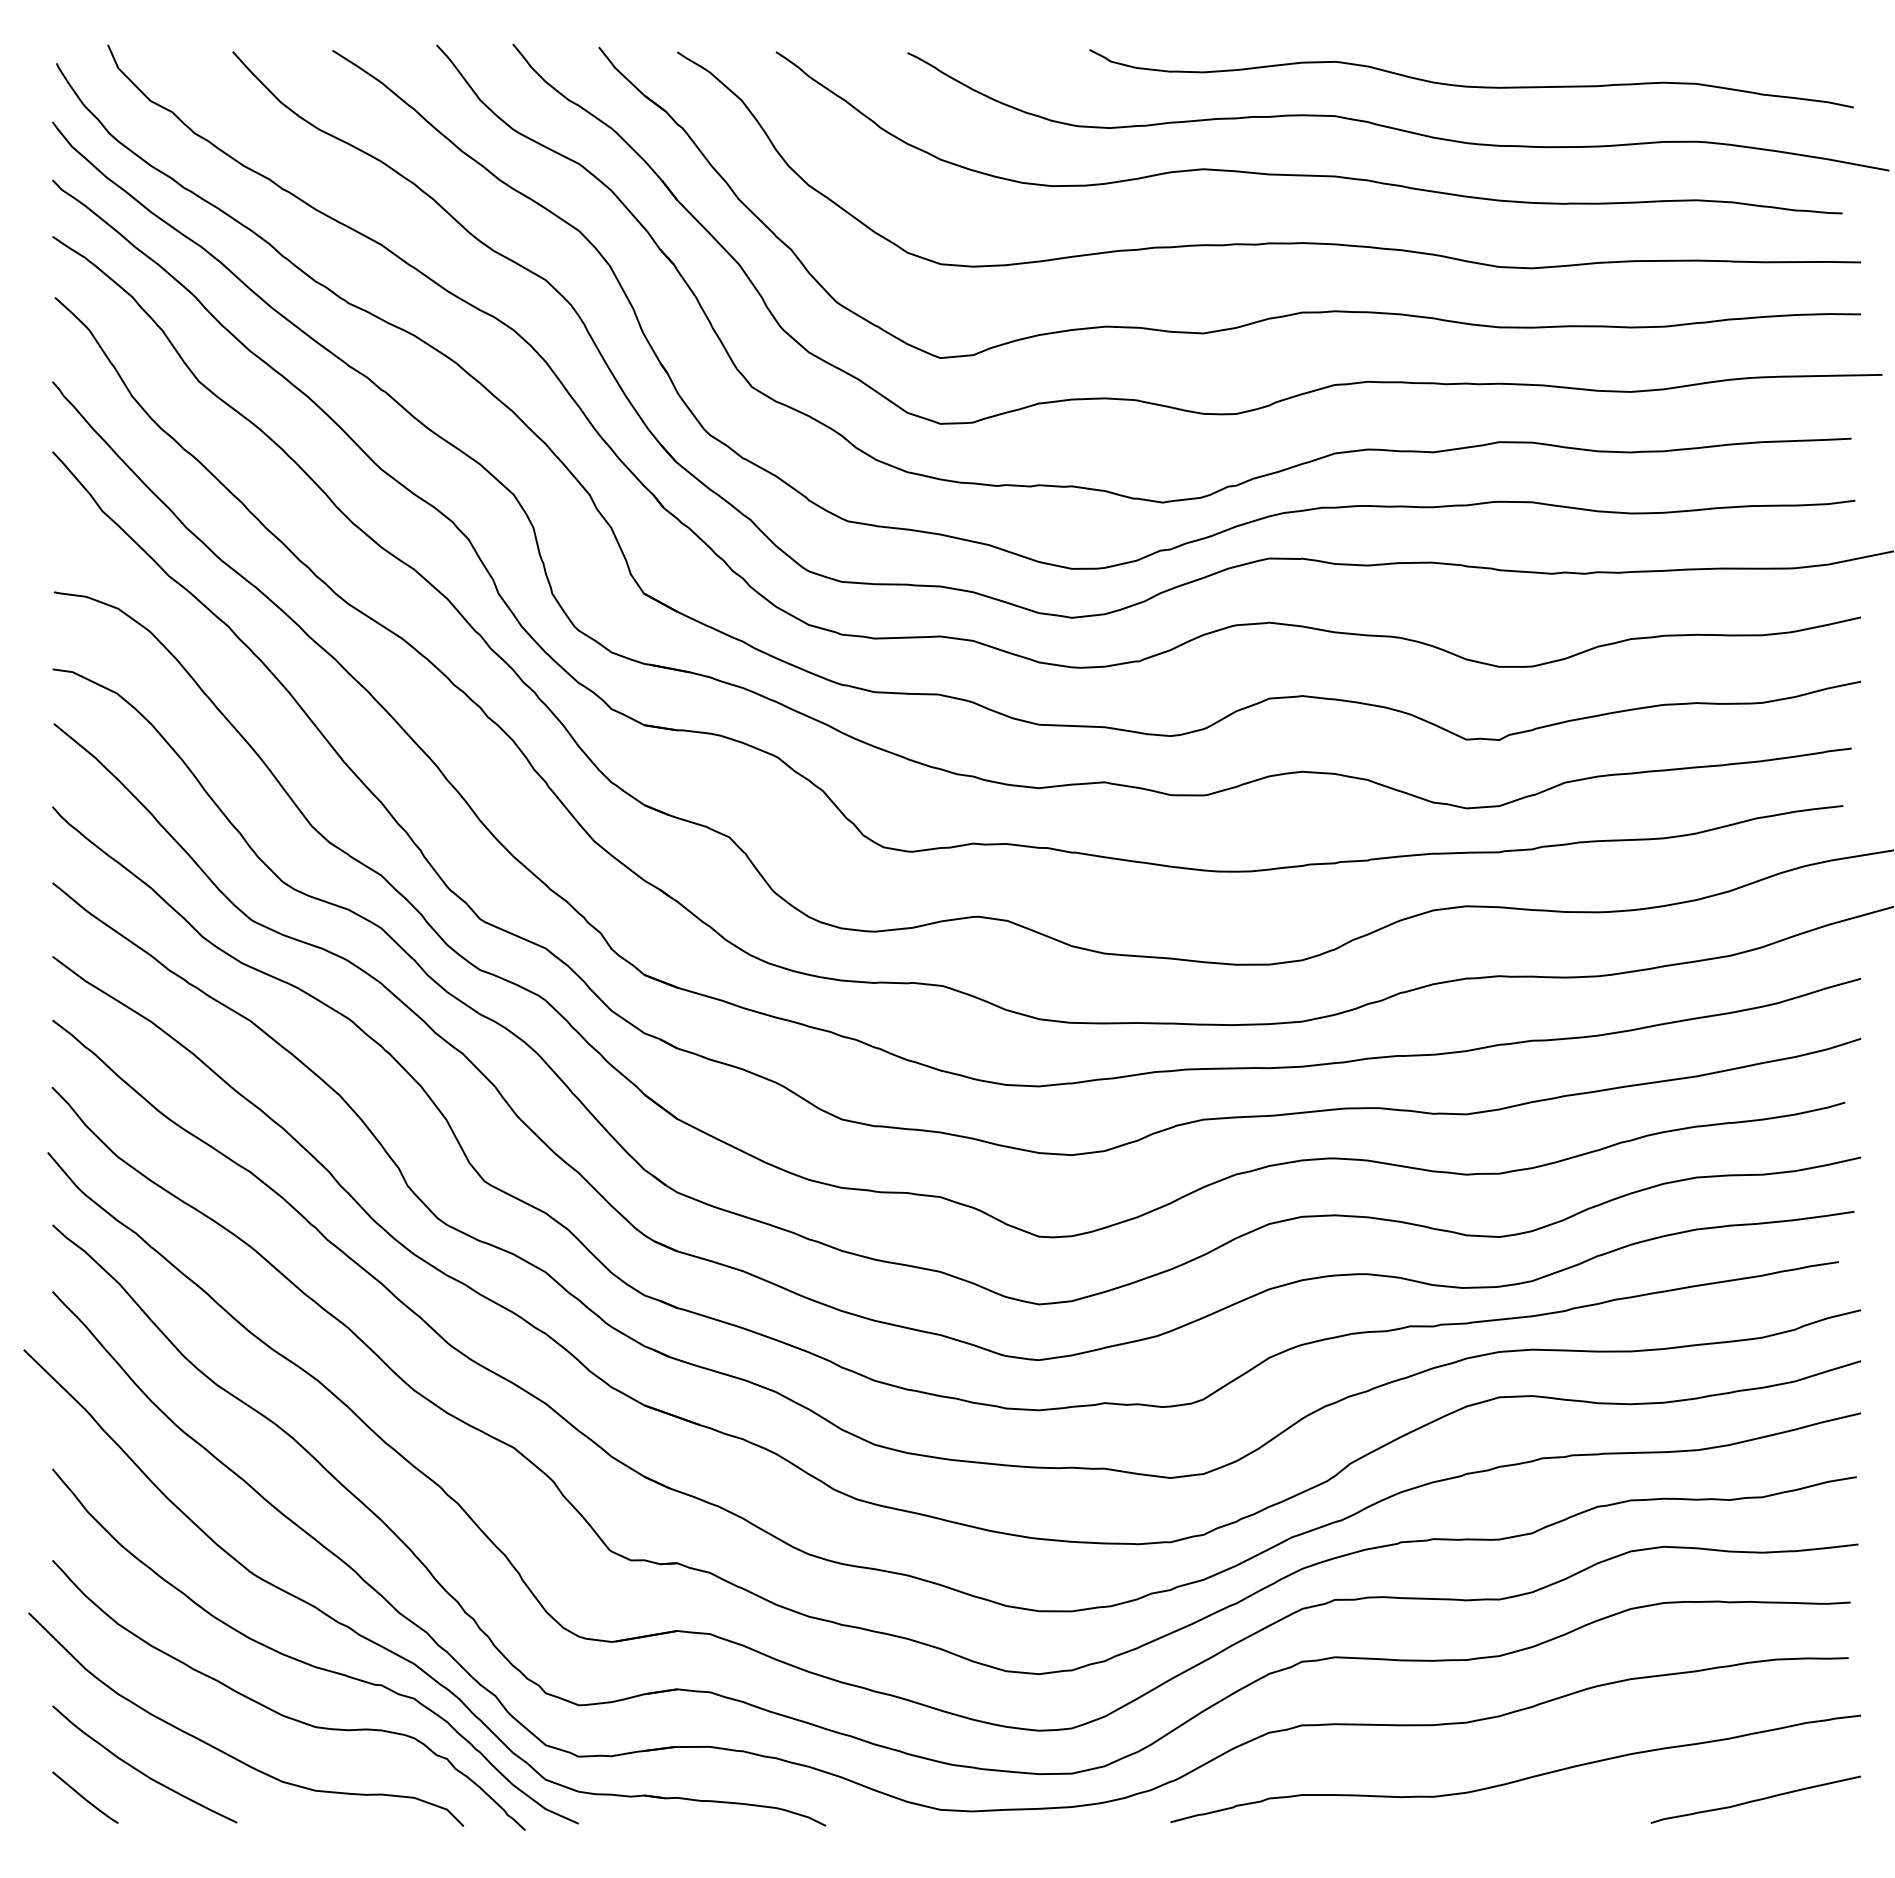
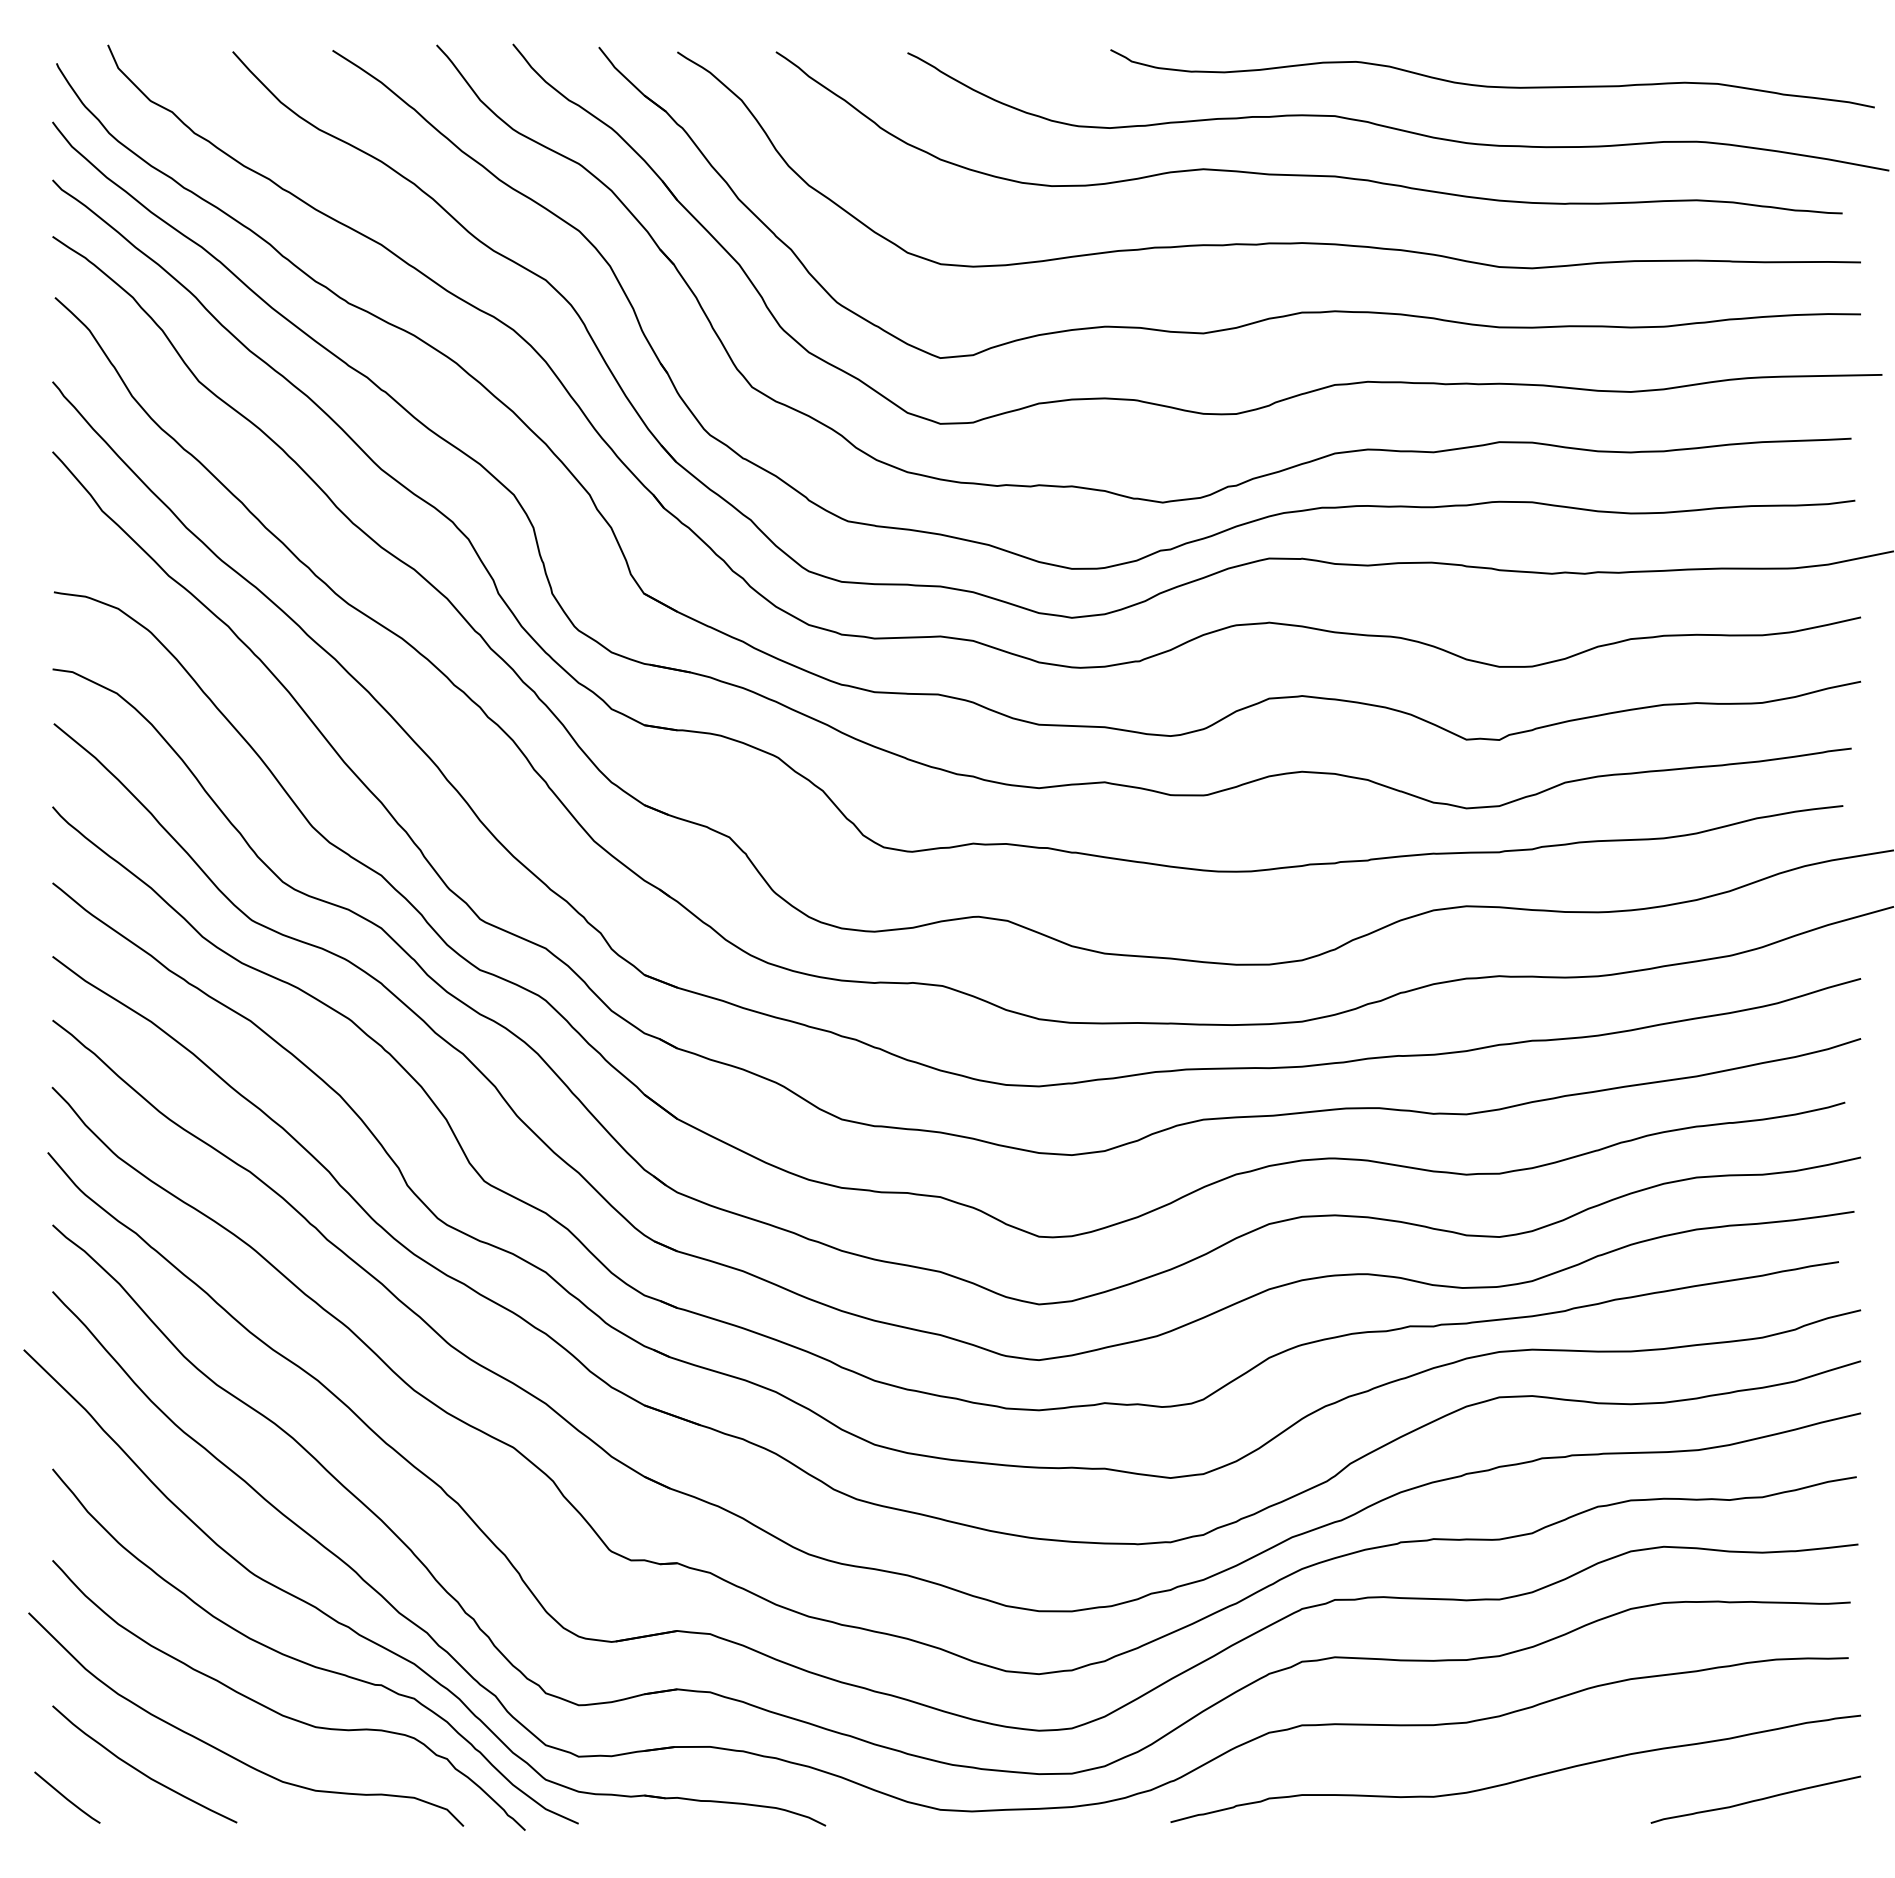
curve at (1469, 85) position: (1469, 85) -> (1490, 85)
line at (84, 1797) position: (84, 1797) -> (66, 1797)
